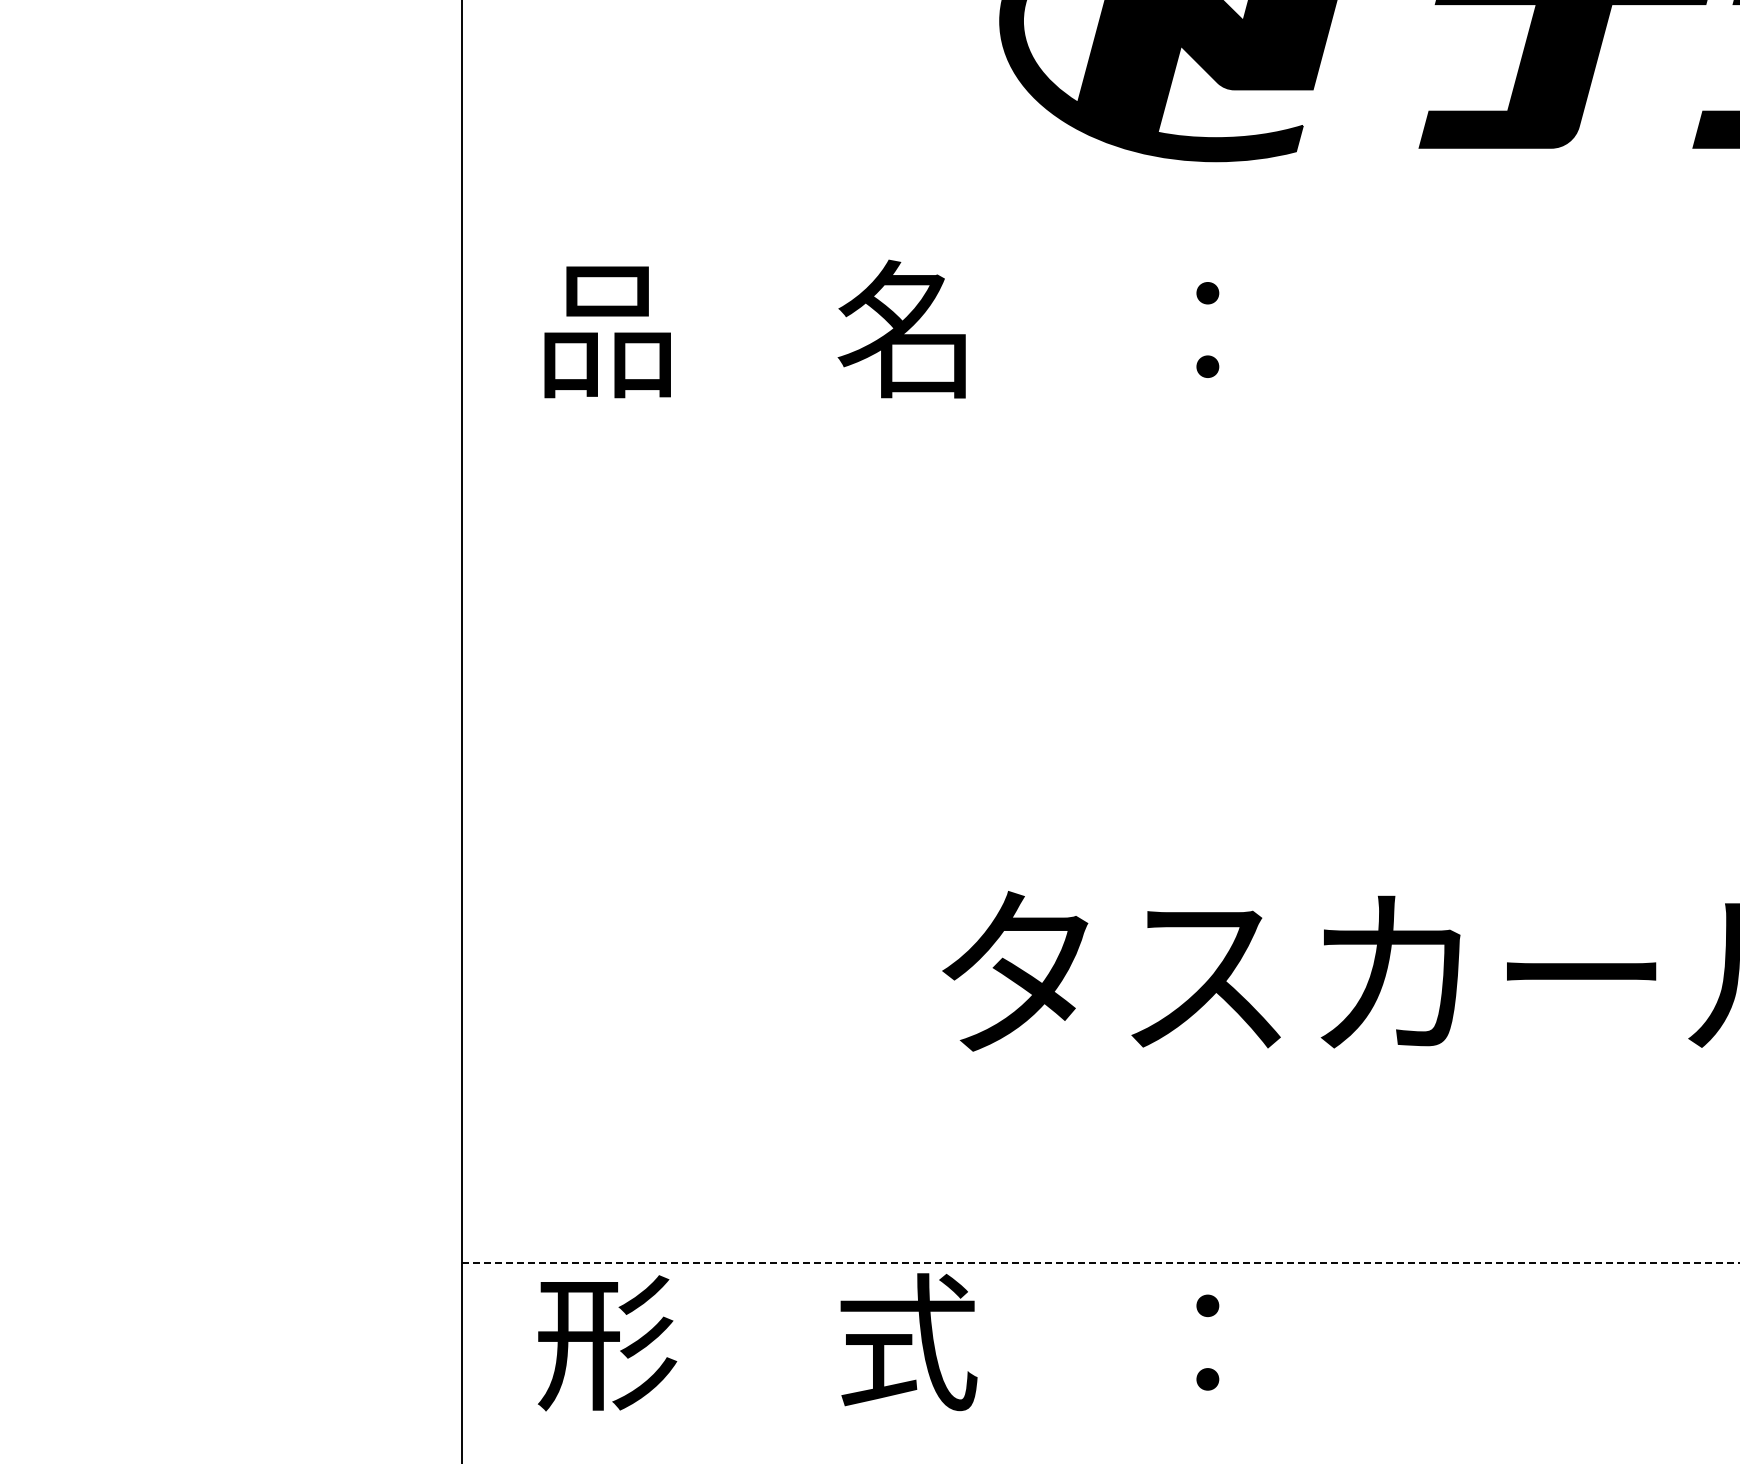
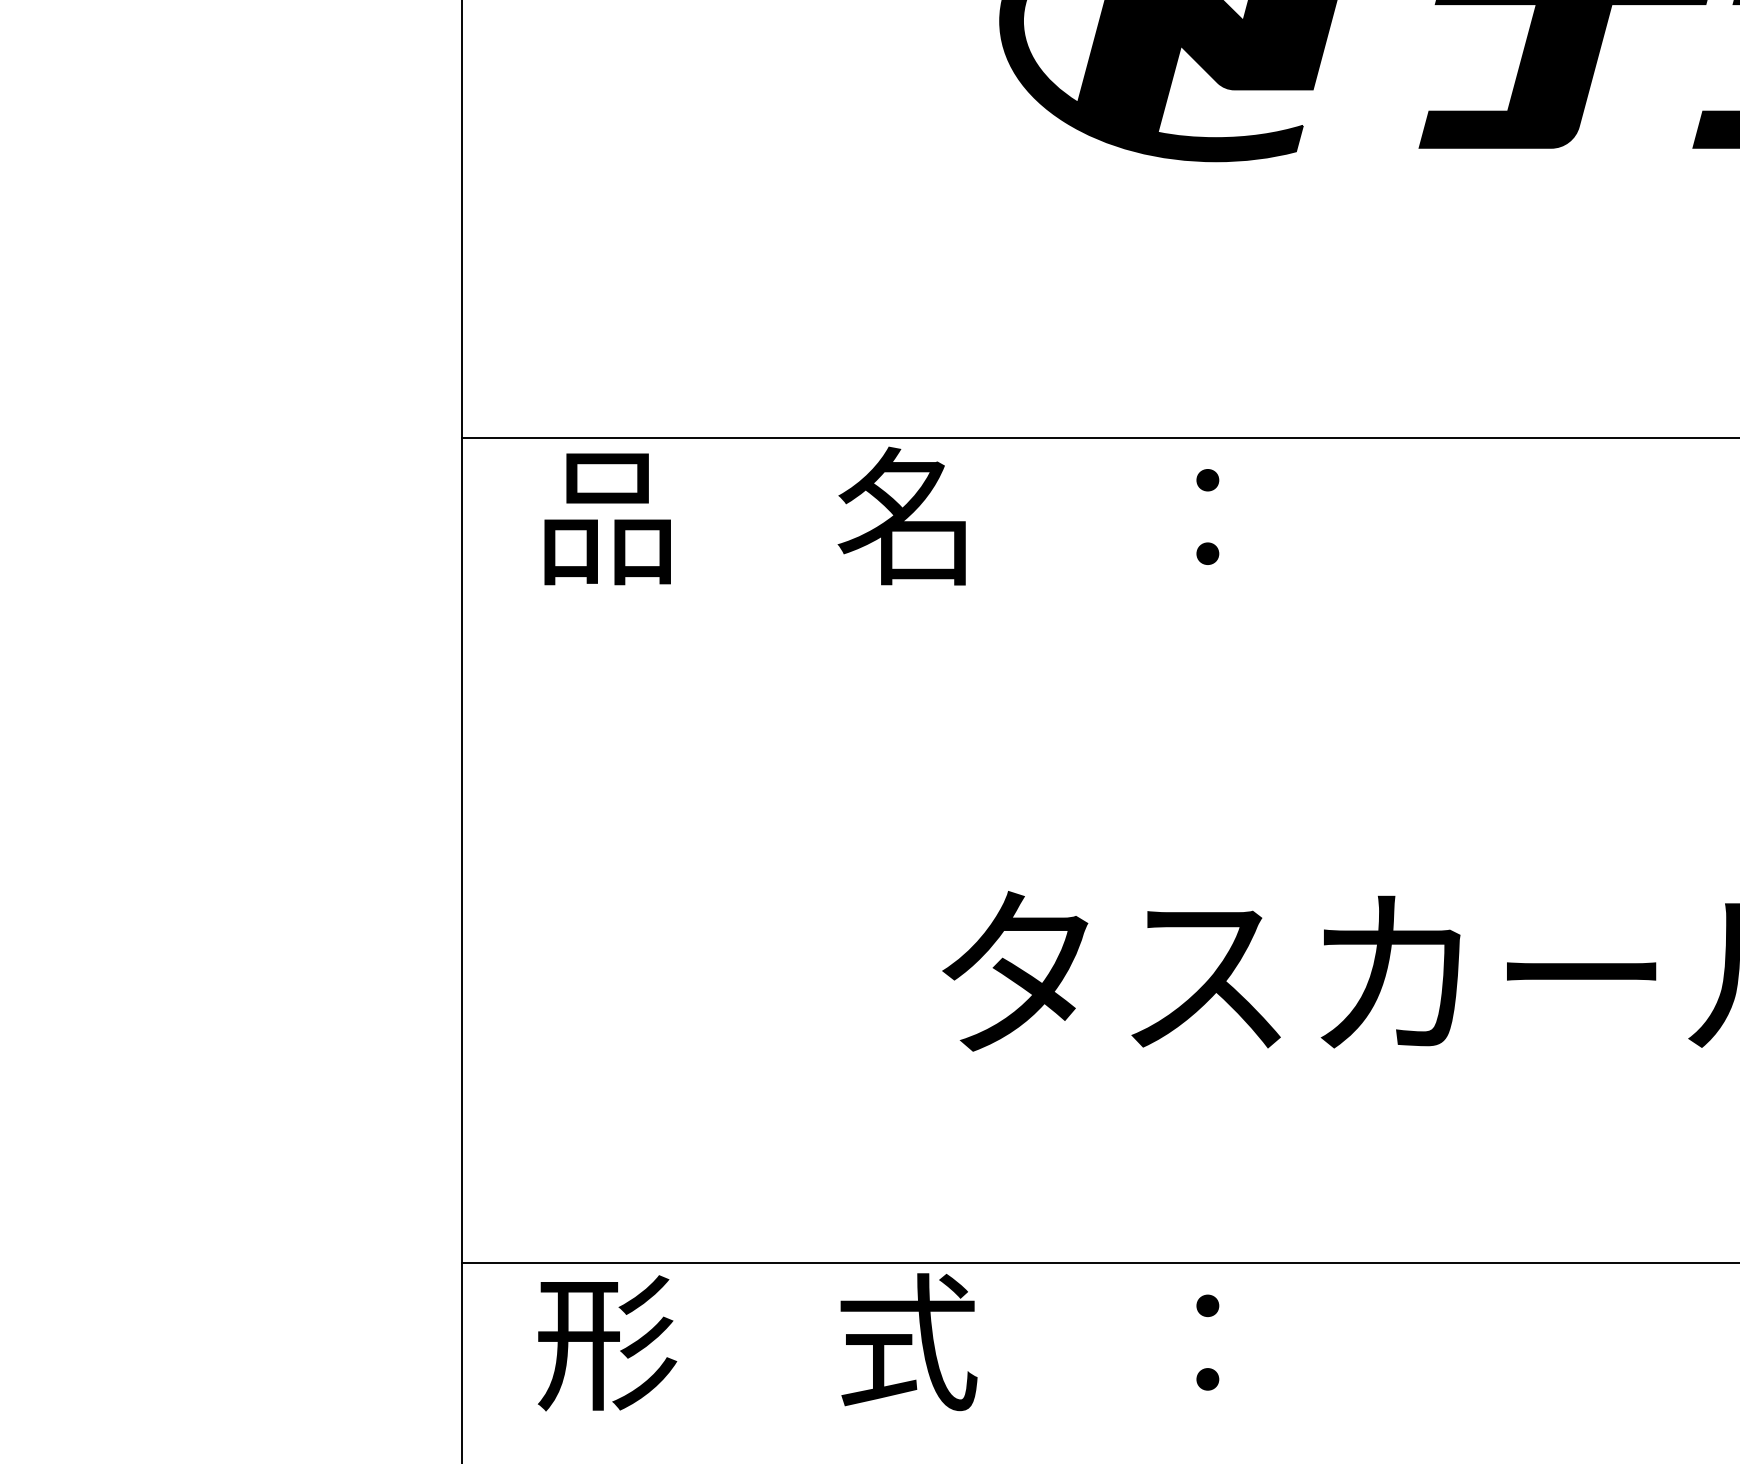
text at (881, 328) position: (881, 328) -> (881, 515)
line at (1098, 437): none -> present
line at (1100, 1263): dashed -> solid
